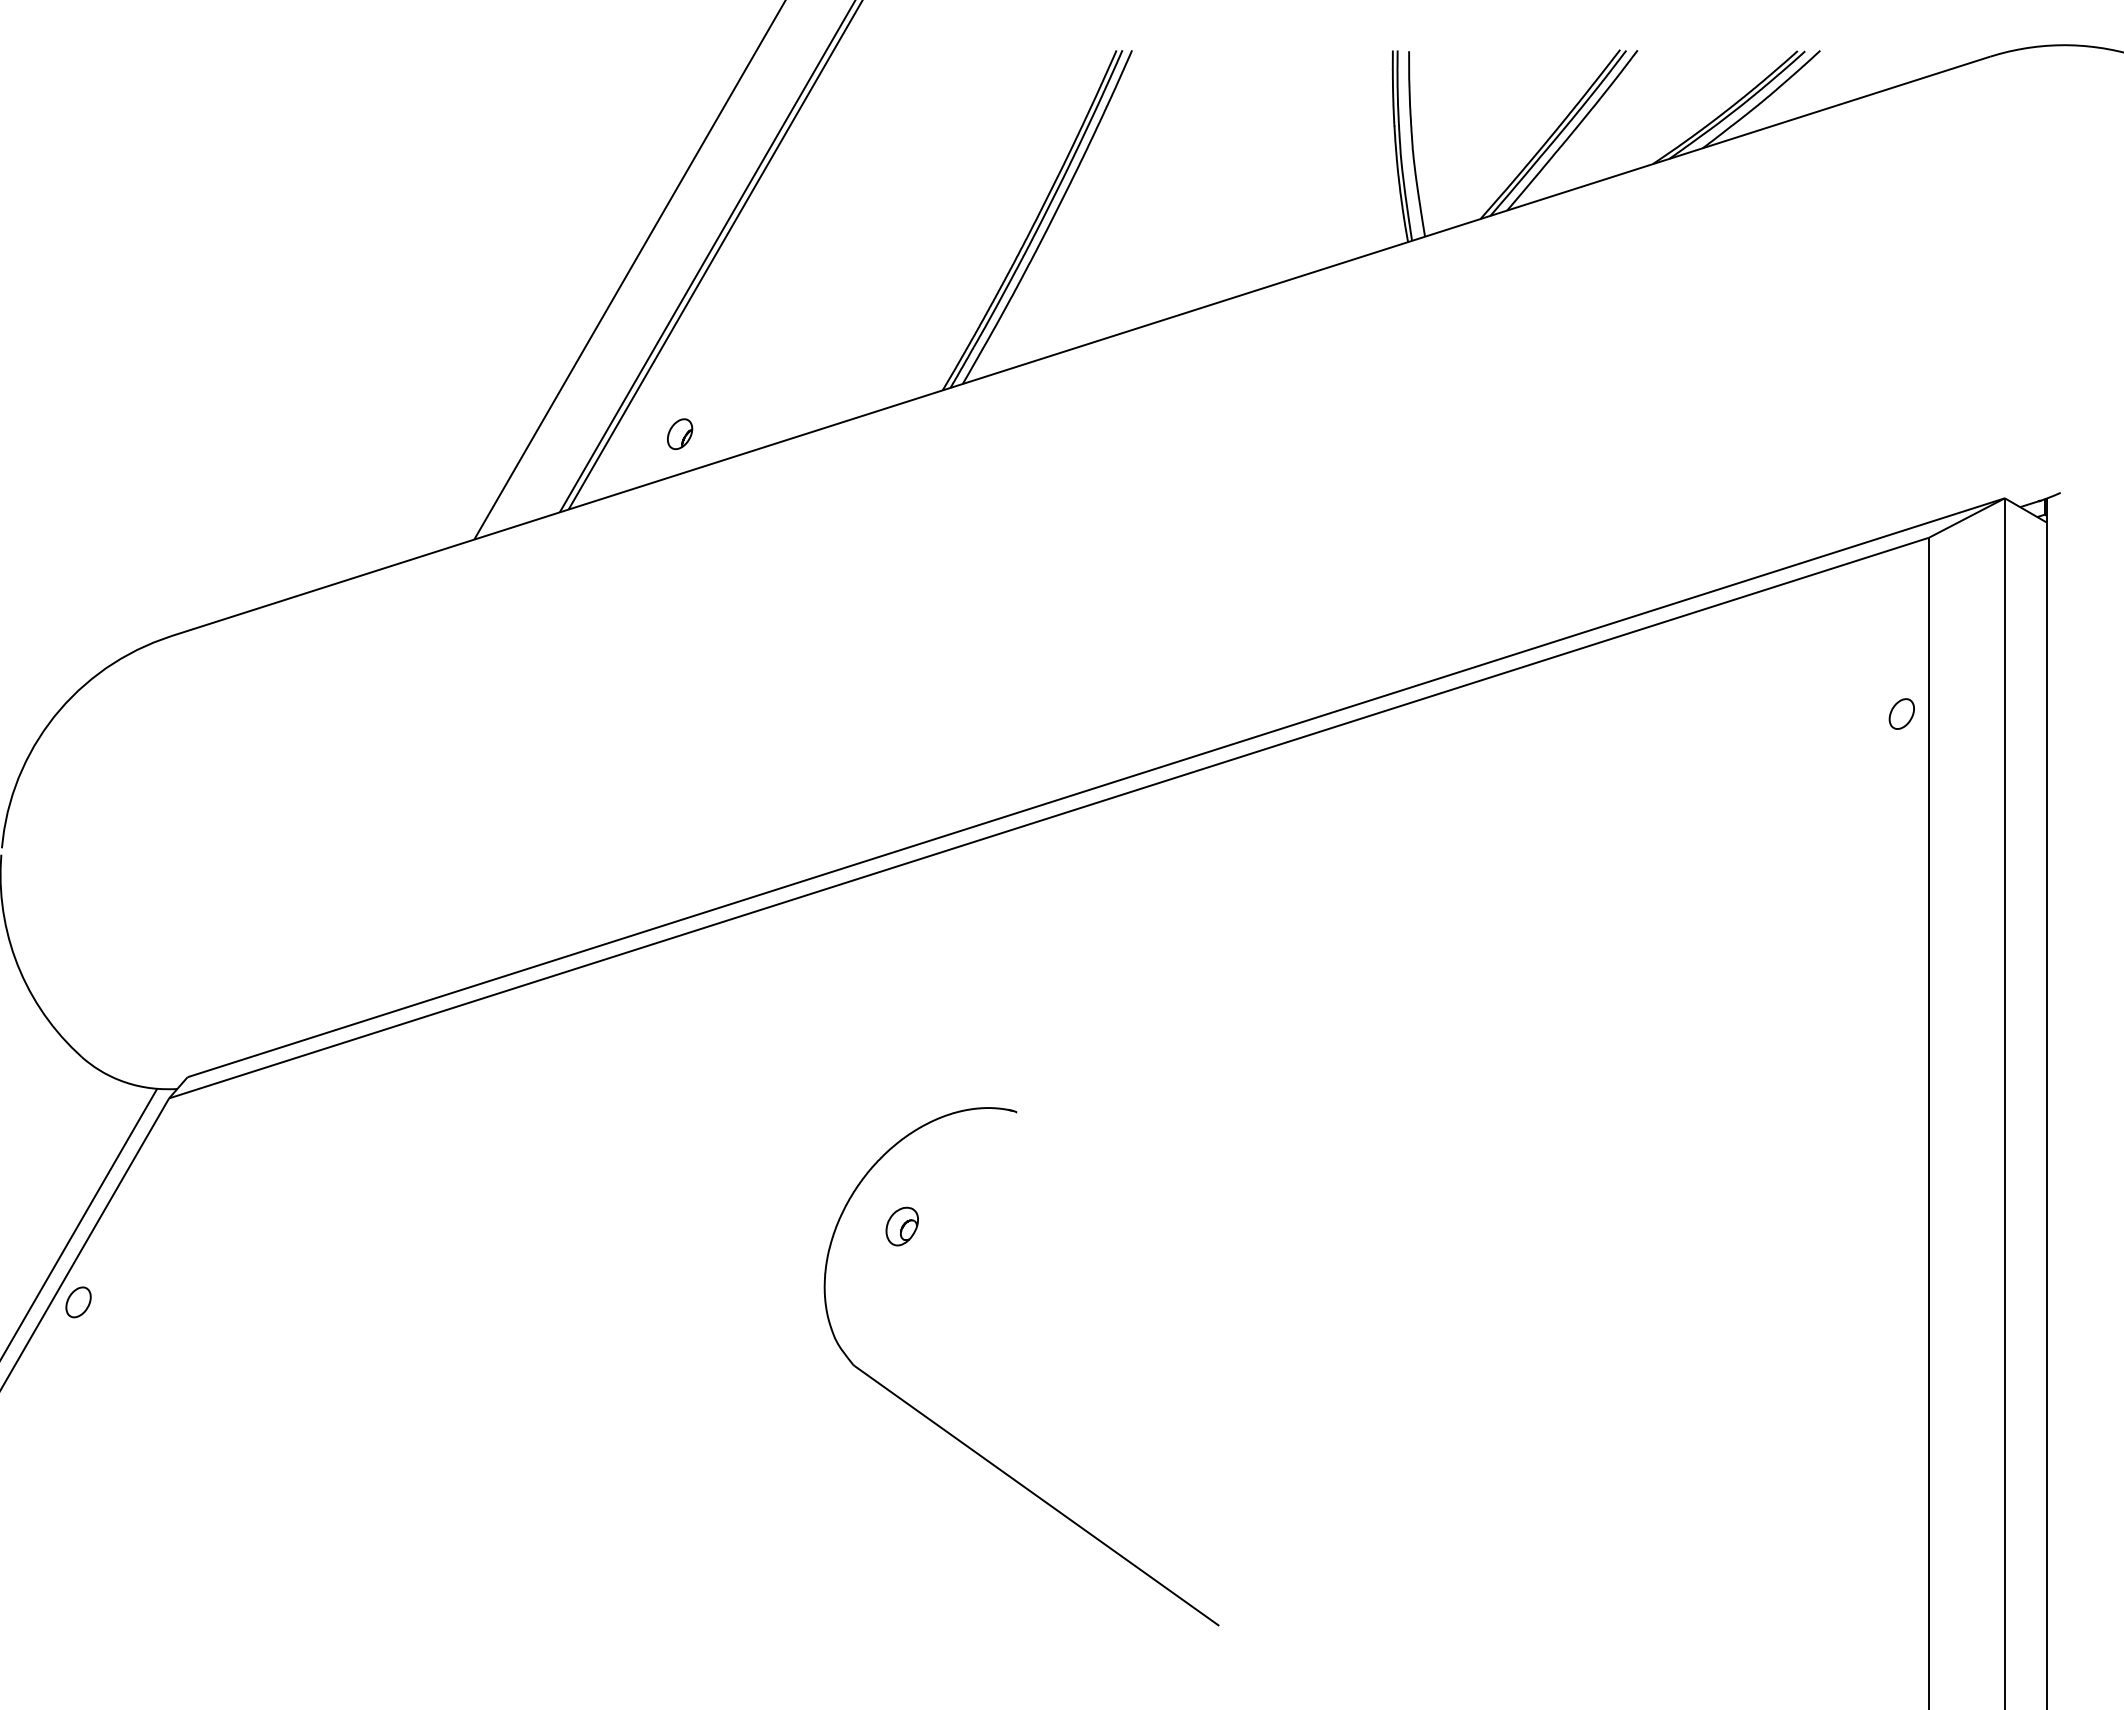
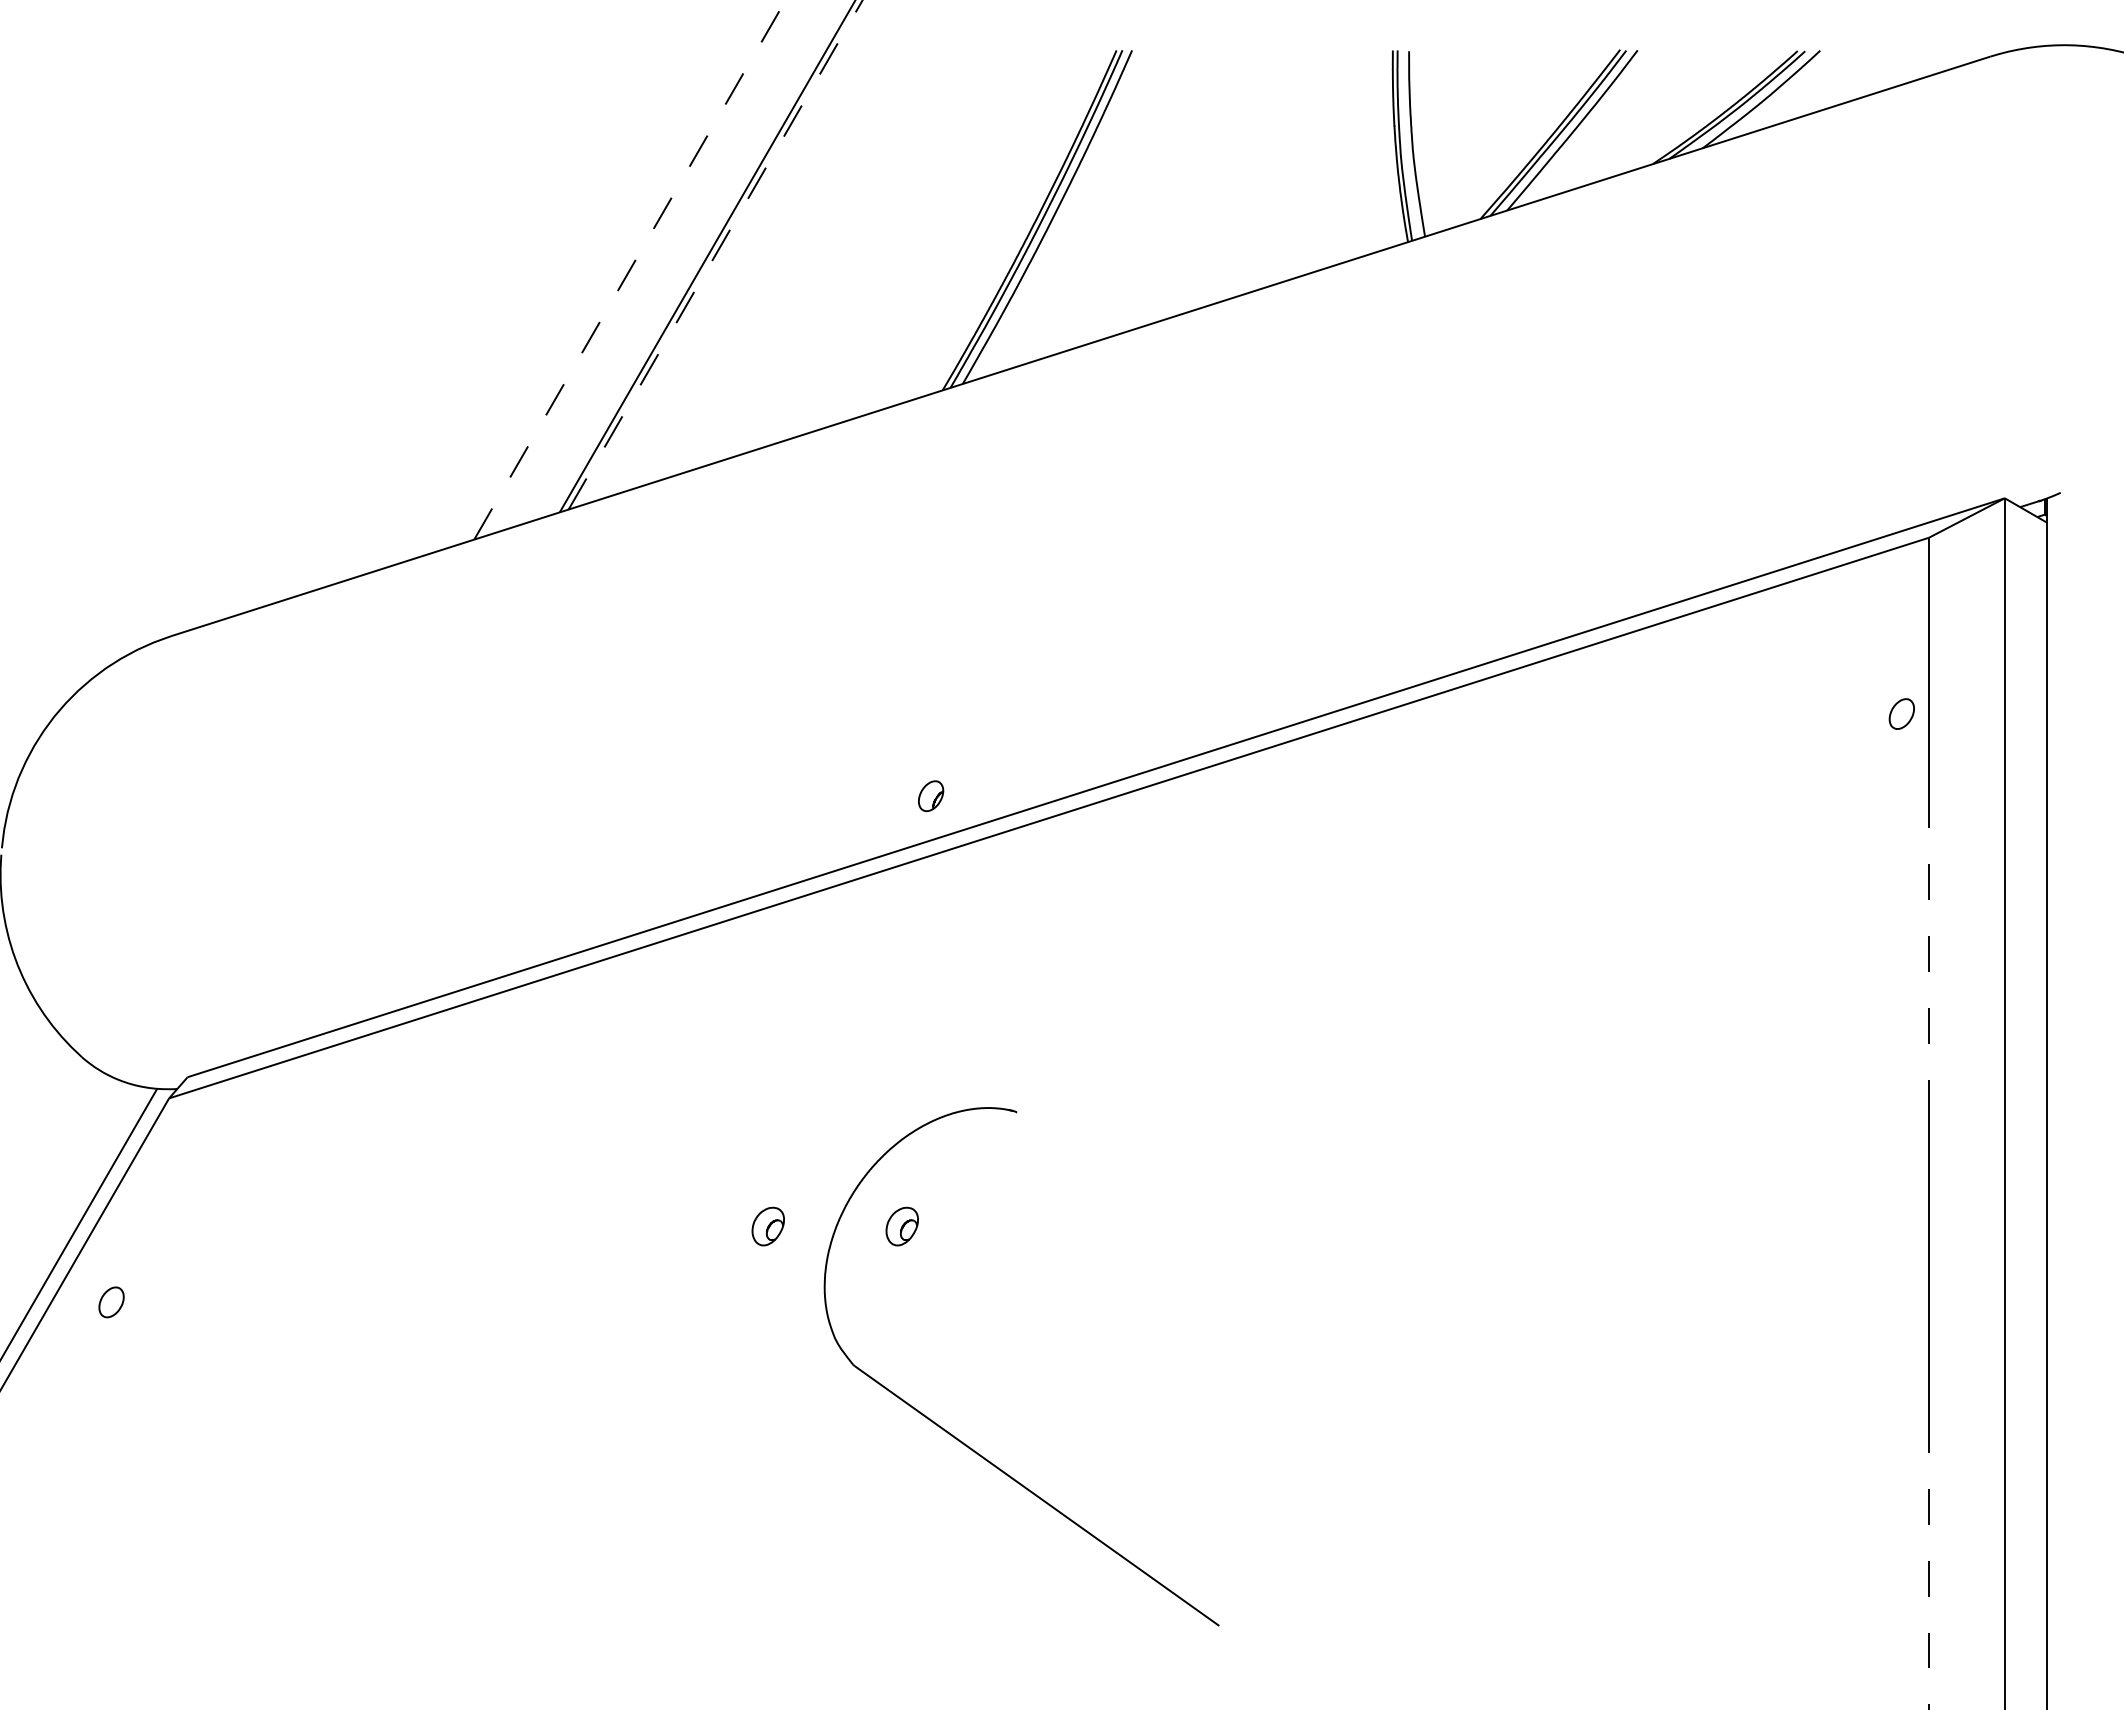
line at (715, 255): solid -> dashed
line at (630, 269): solid -> dashed
part at (680, 434) position: (680, 434) -> (931, 796)
line at (1928, 958): solid -> dashed
part at (767, 1226): none -> present
part at (78, 1302) position: (78, 1302) -> (111, 1302)
line at (1928, 1568): solid -> dashed
